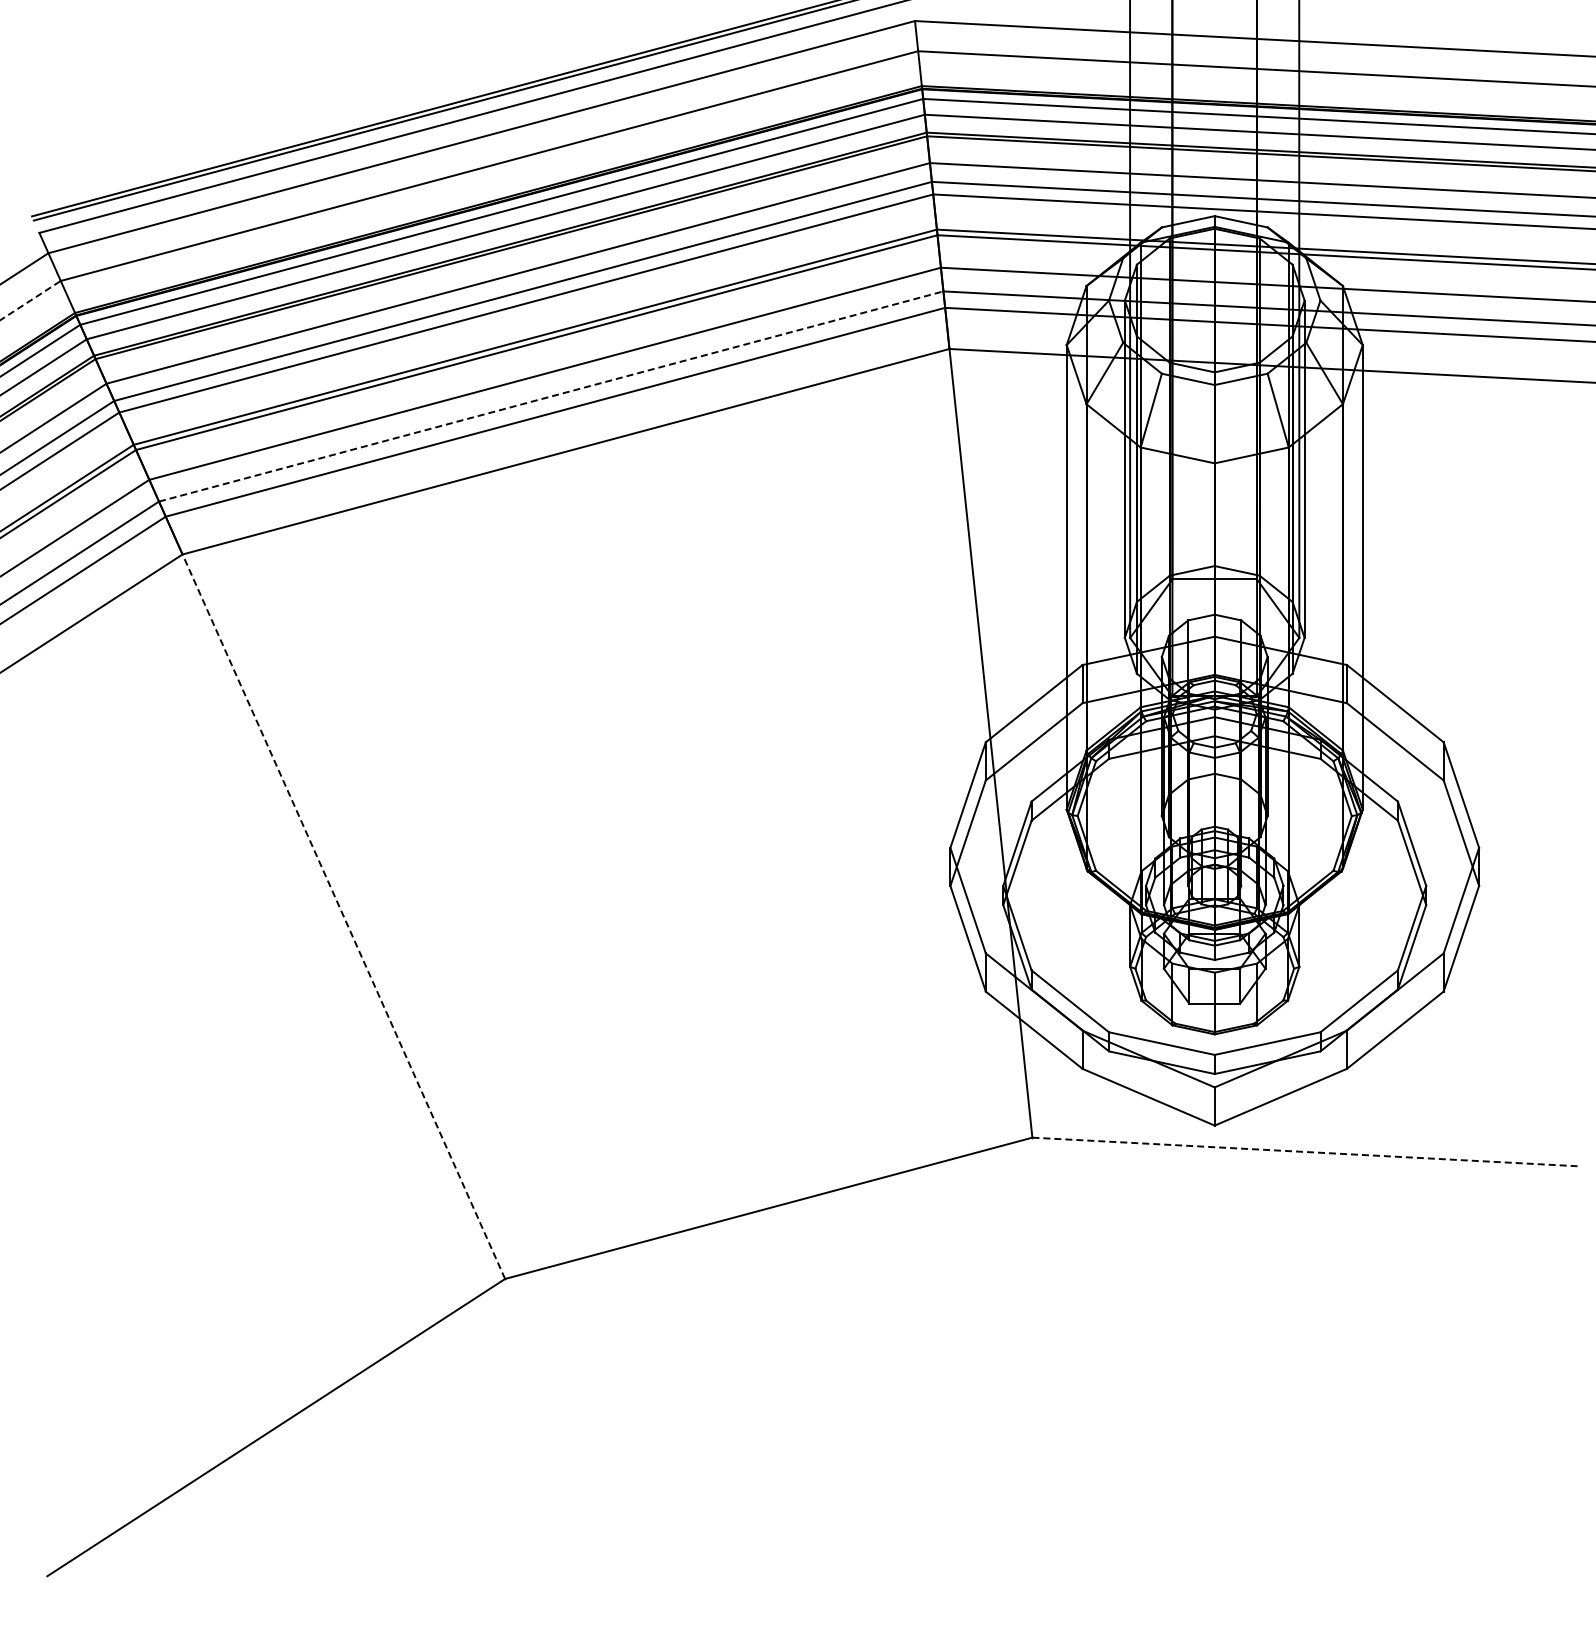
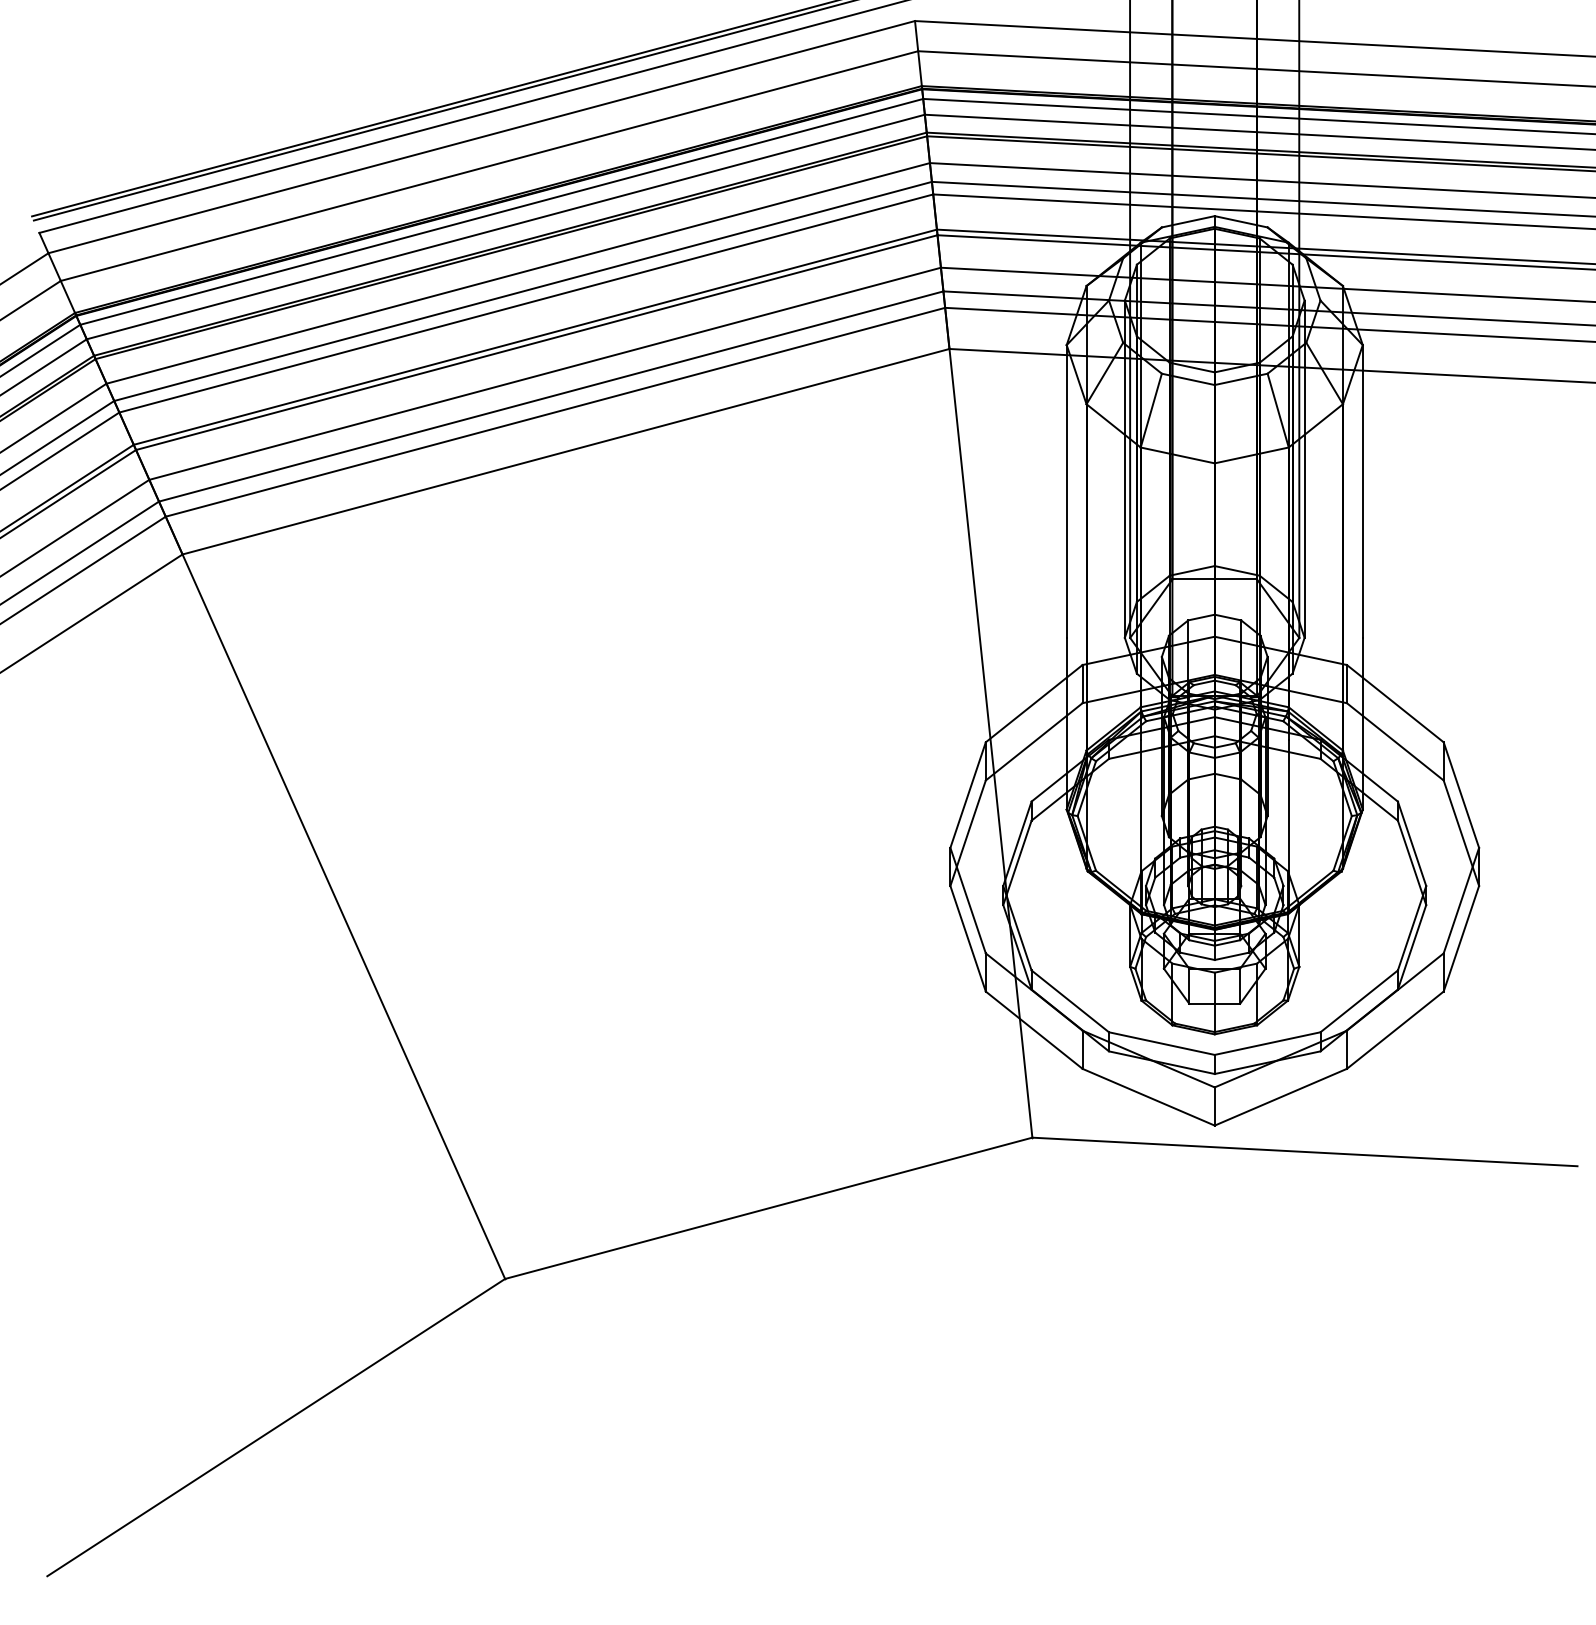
line at (30, 300): dashed -> solid
line at (551, 396): dashed -> solid
line at (343, 916): dashed -> solid
line at (1304, 1151): dashed -> solid
